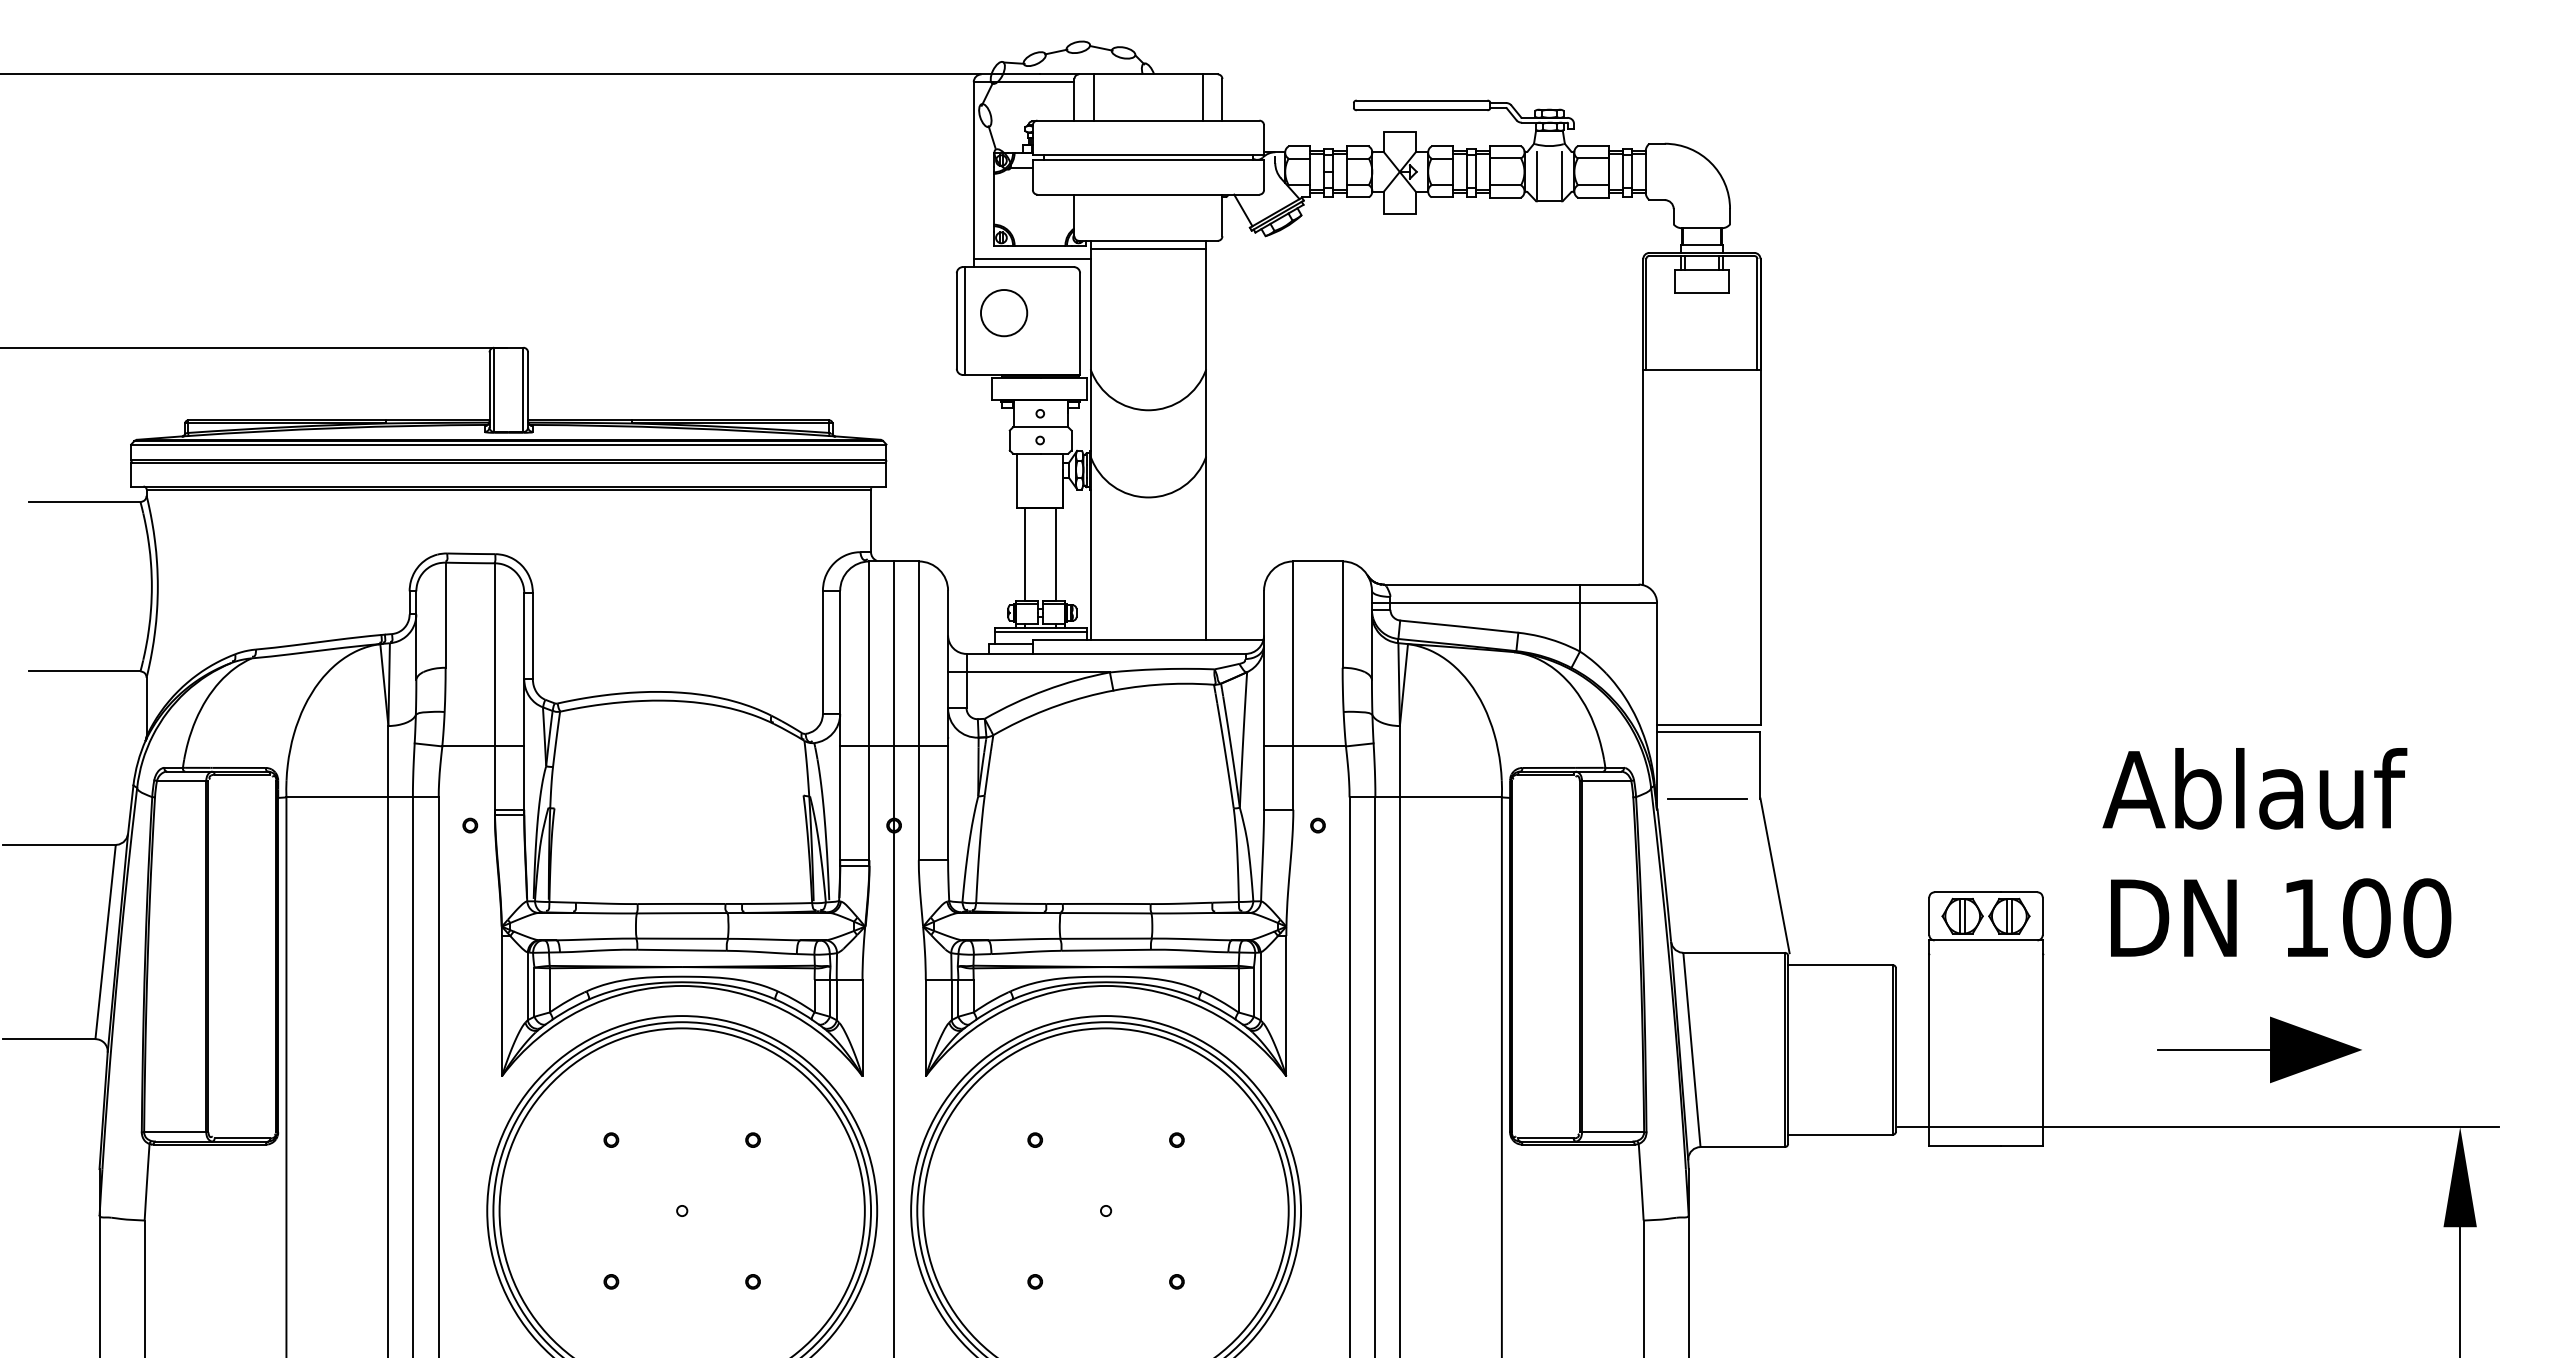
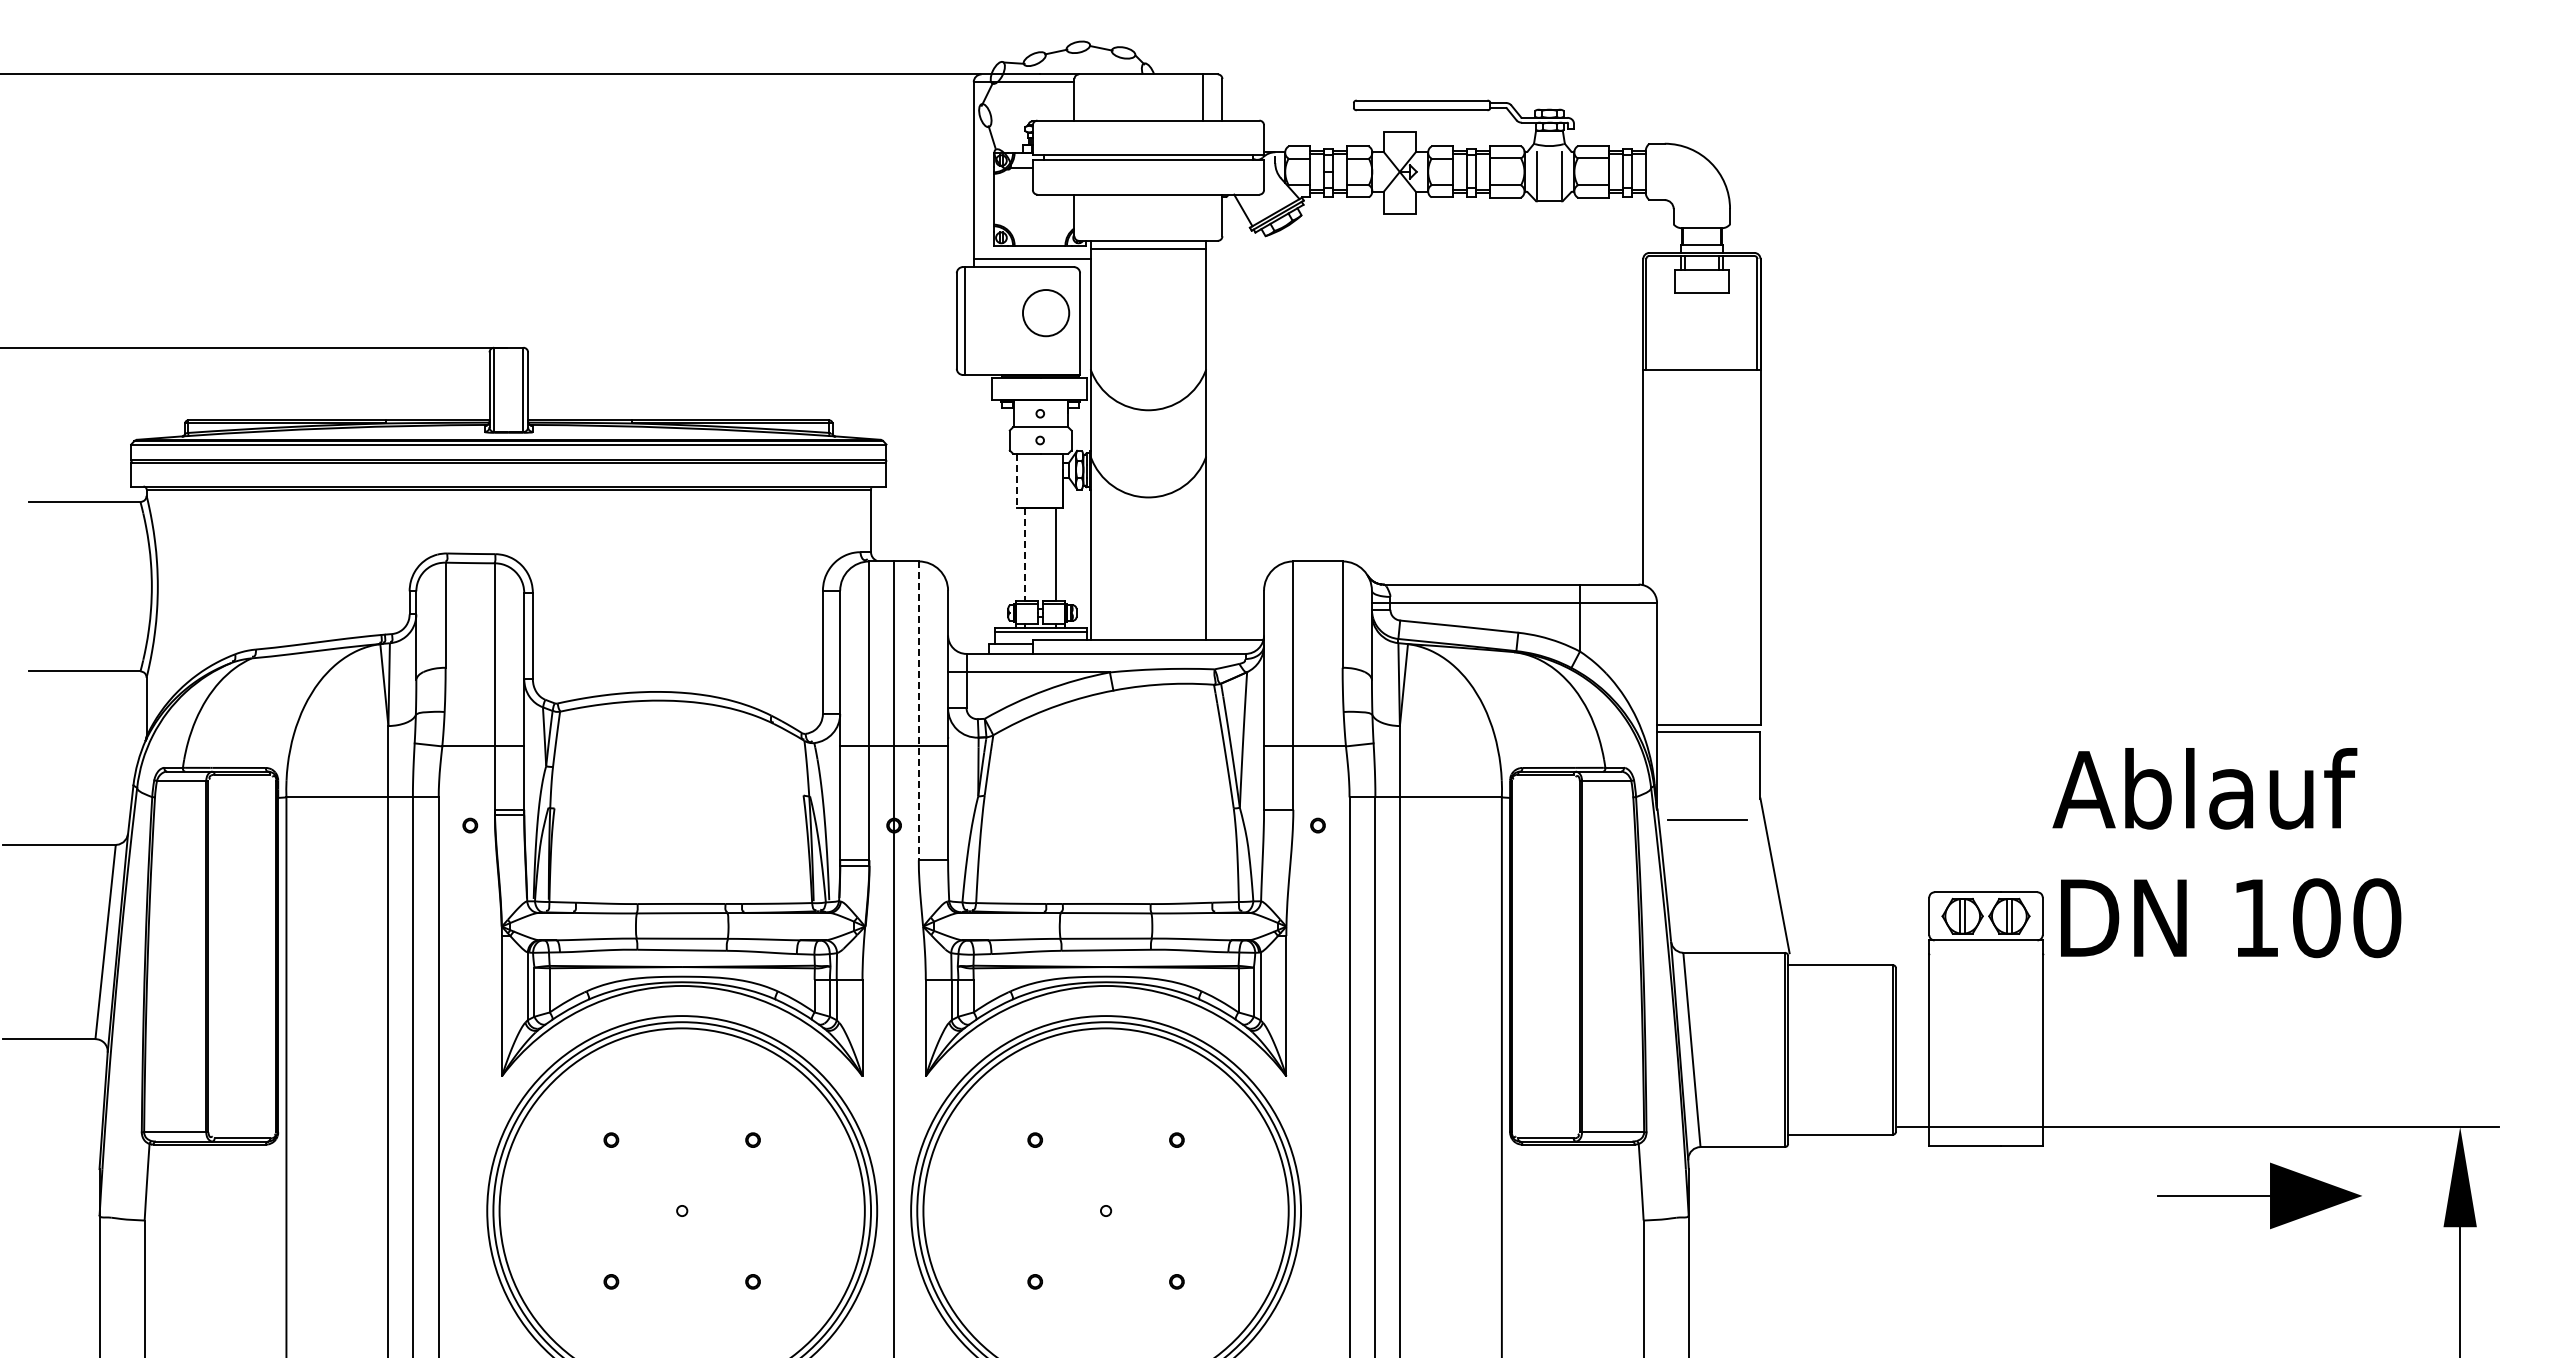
line at (1093, 97): present -> none
circle at (1004, 313) position: (1004, 313) -> (1046, 313)
line at (1017, 481): solid -> dashed
line at (1024, 554): solid -> dashed
line at (918, 711): solid -> dashed
line at (1707, 798) position: (1707, 798) -> (1707, 819)
text at (2276, 853) position: (2276, 853) -> (2226, 853)
part at (2259, 1049) position: (2259, 1049) -> (2259, 1195)
